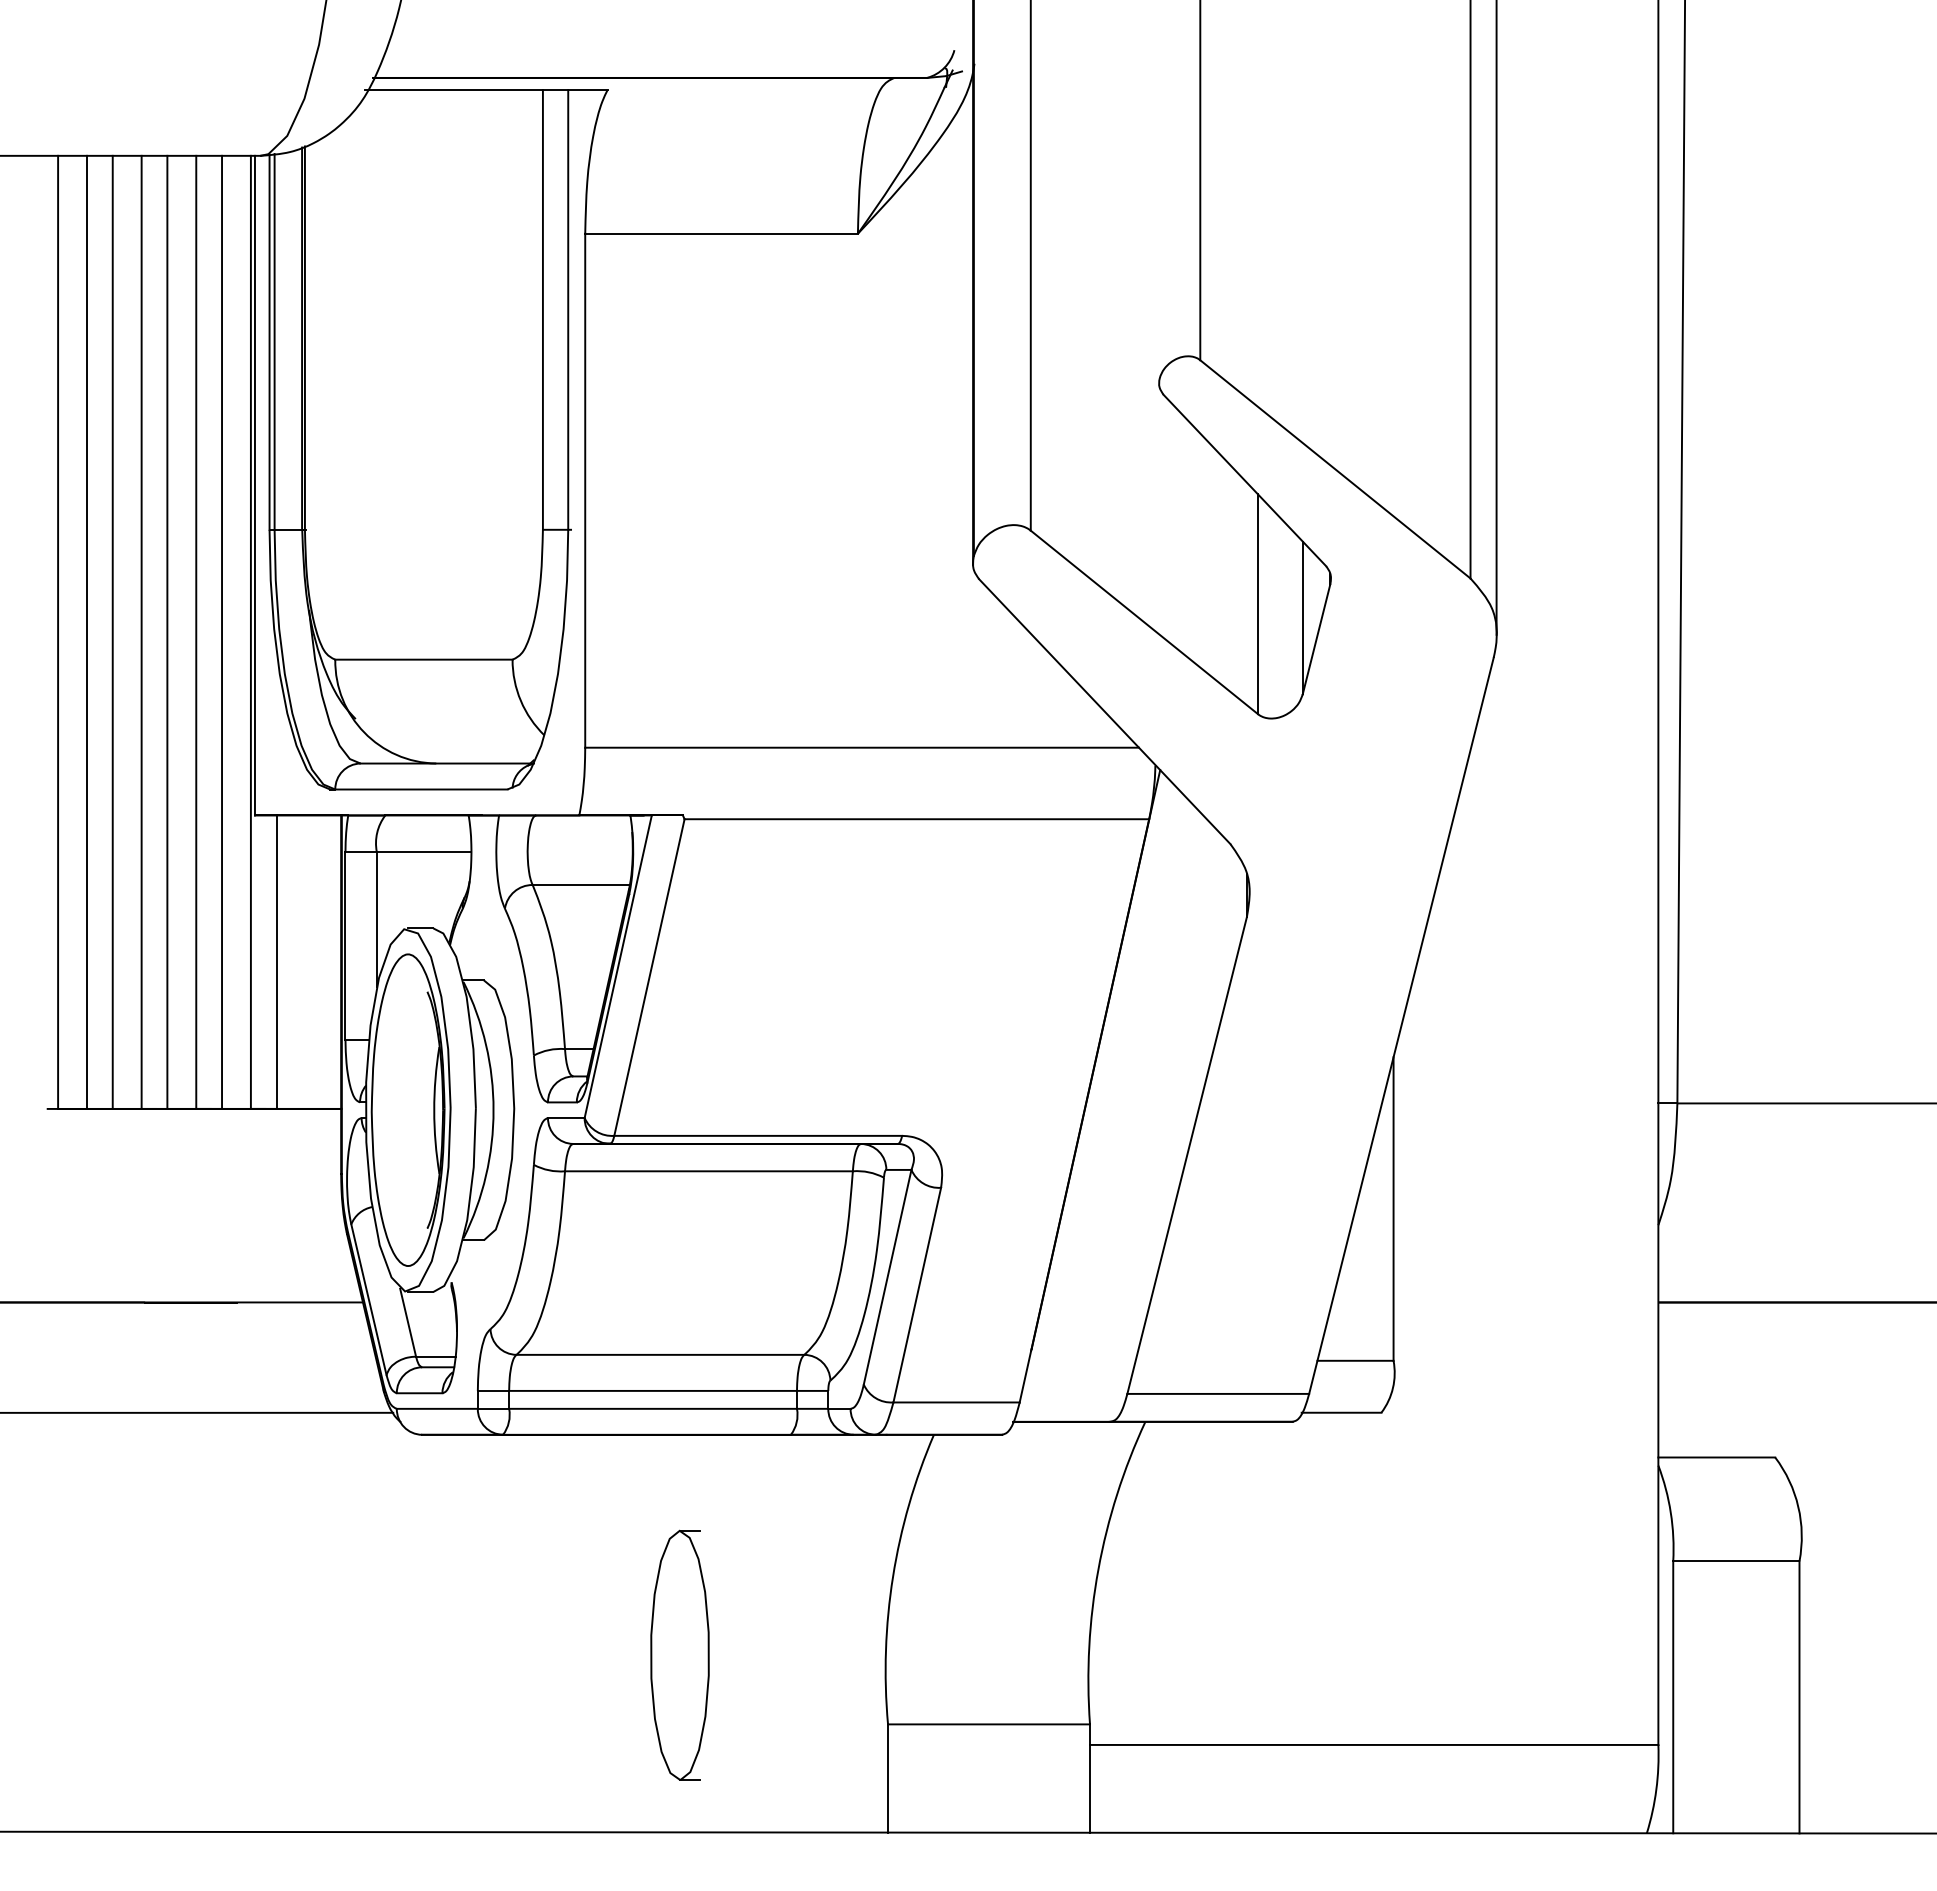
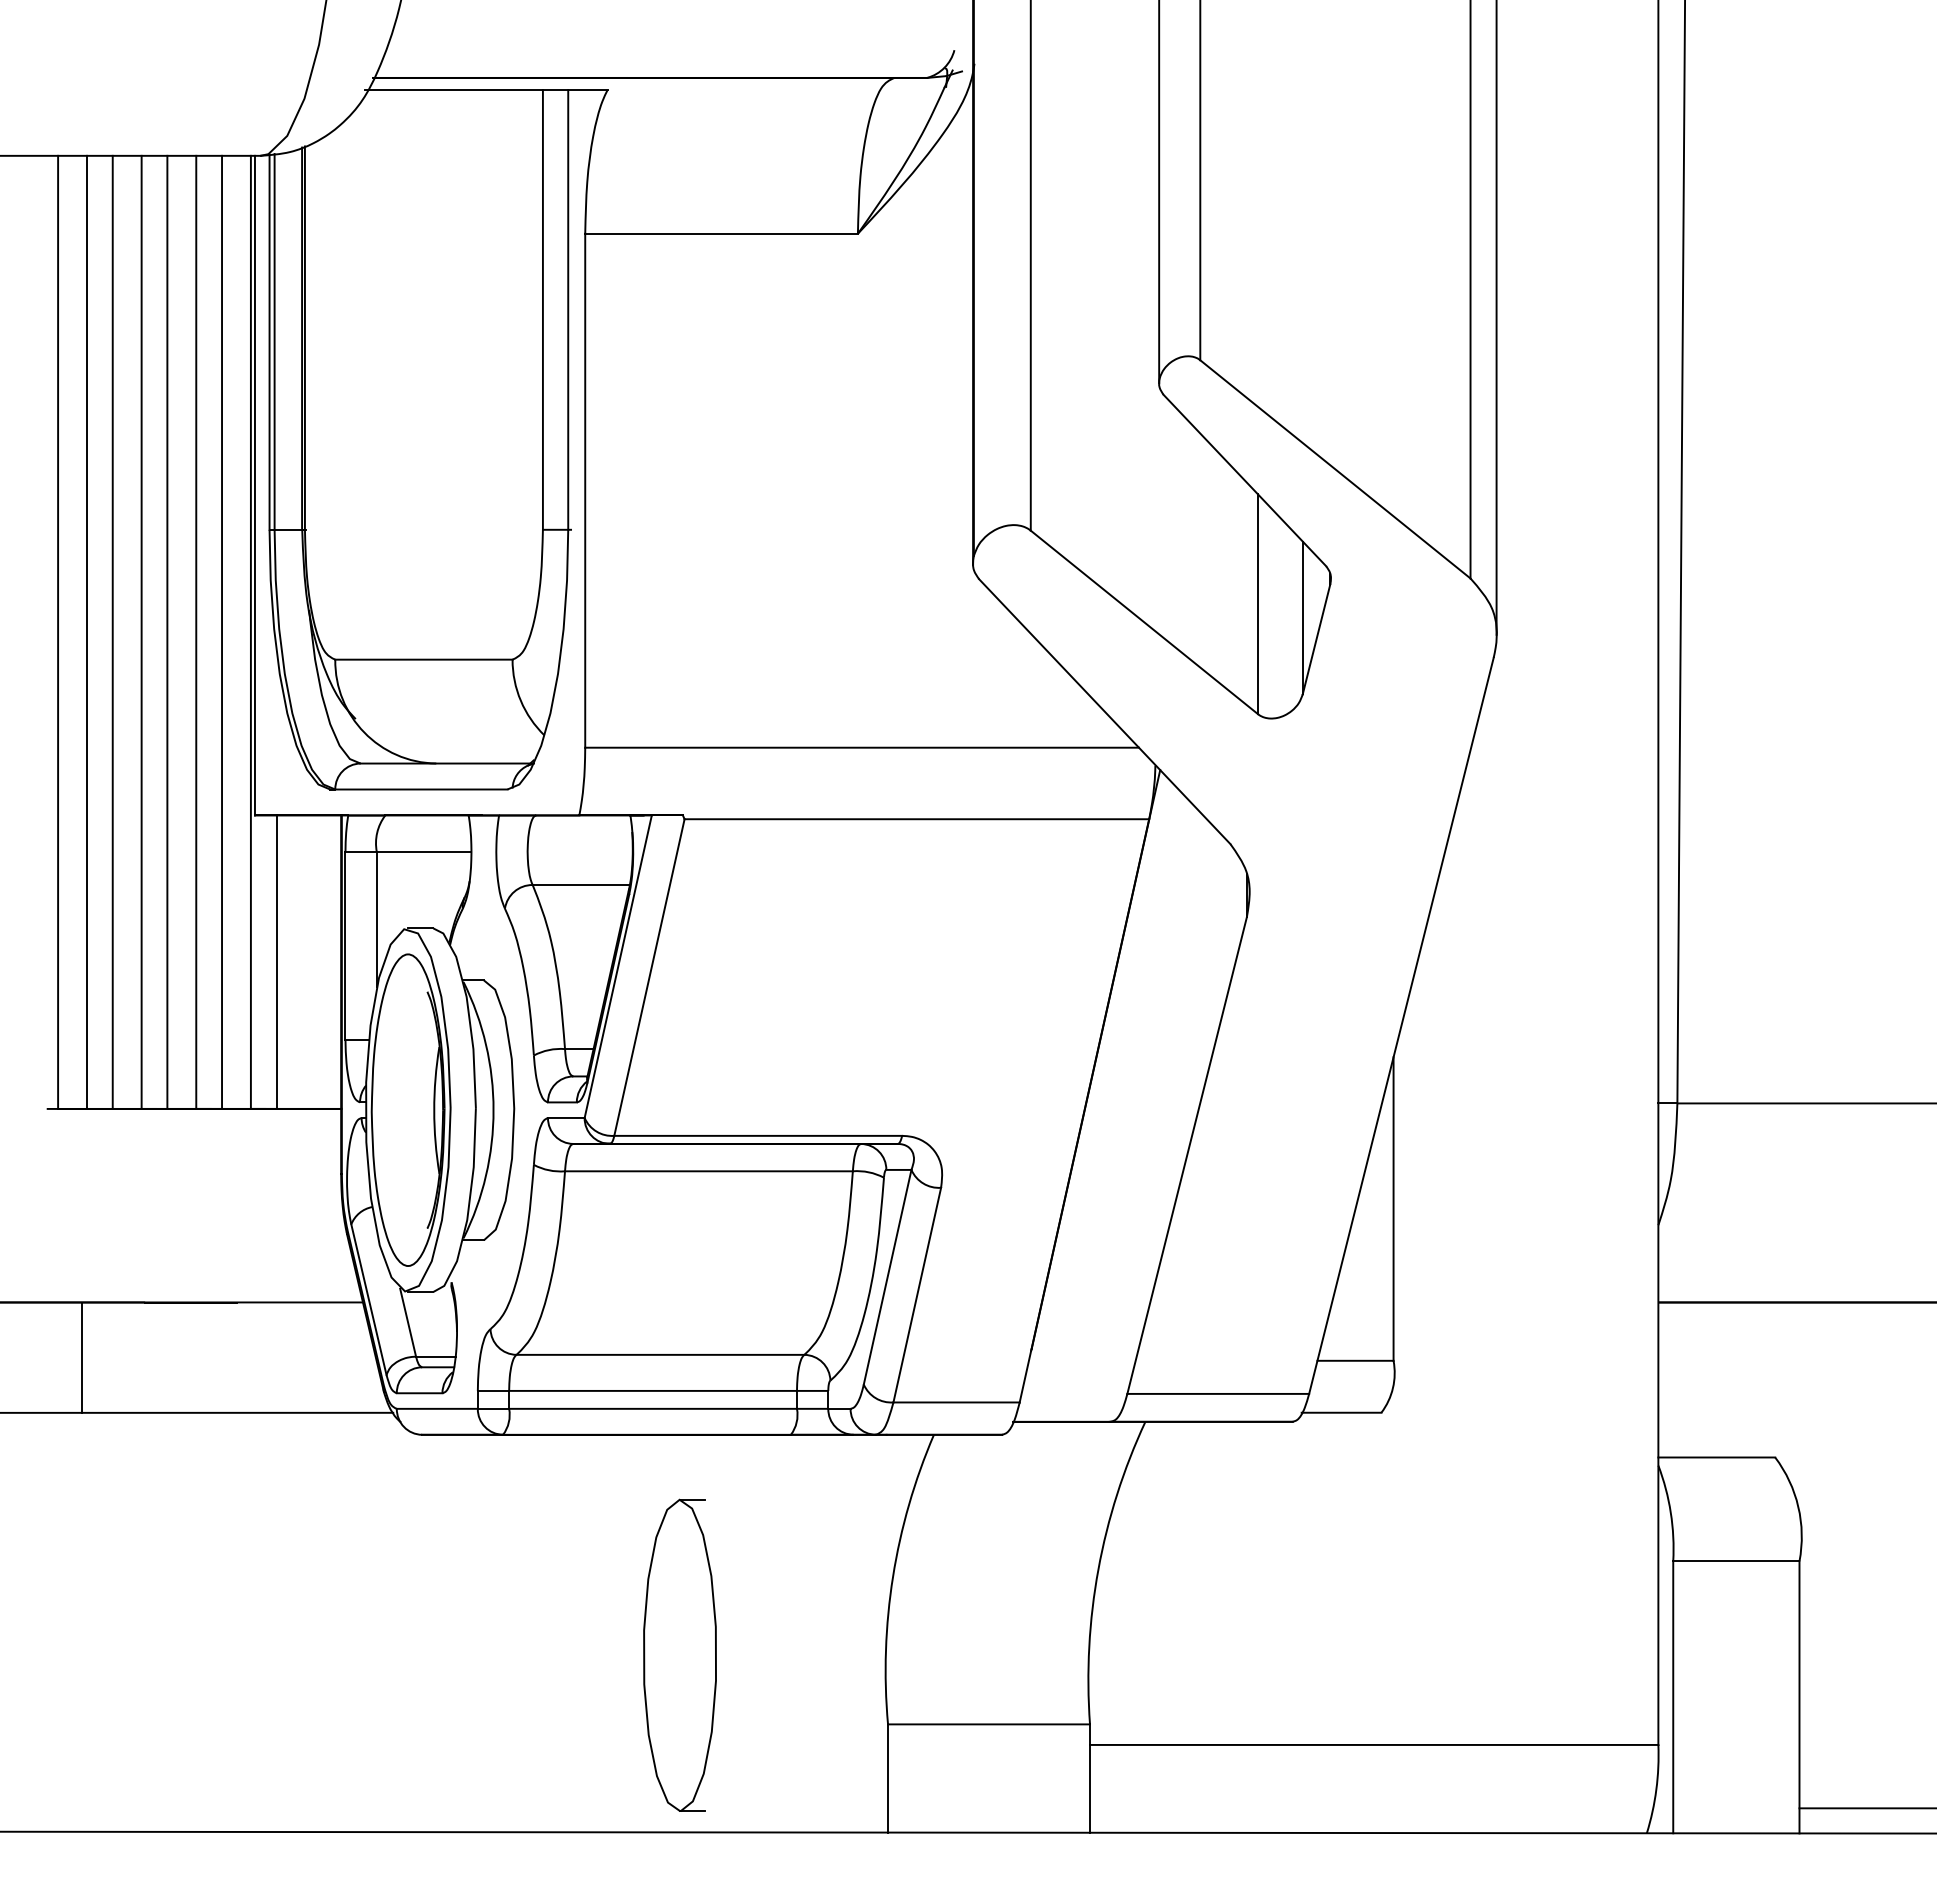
line at (1159, 192): none -> present
line at (81, 1357): none -> present
part at (679, 1654) size: 60x252 px -> 74x314 px
line at (1866, 1808): none -> present
